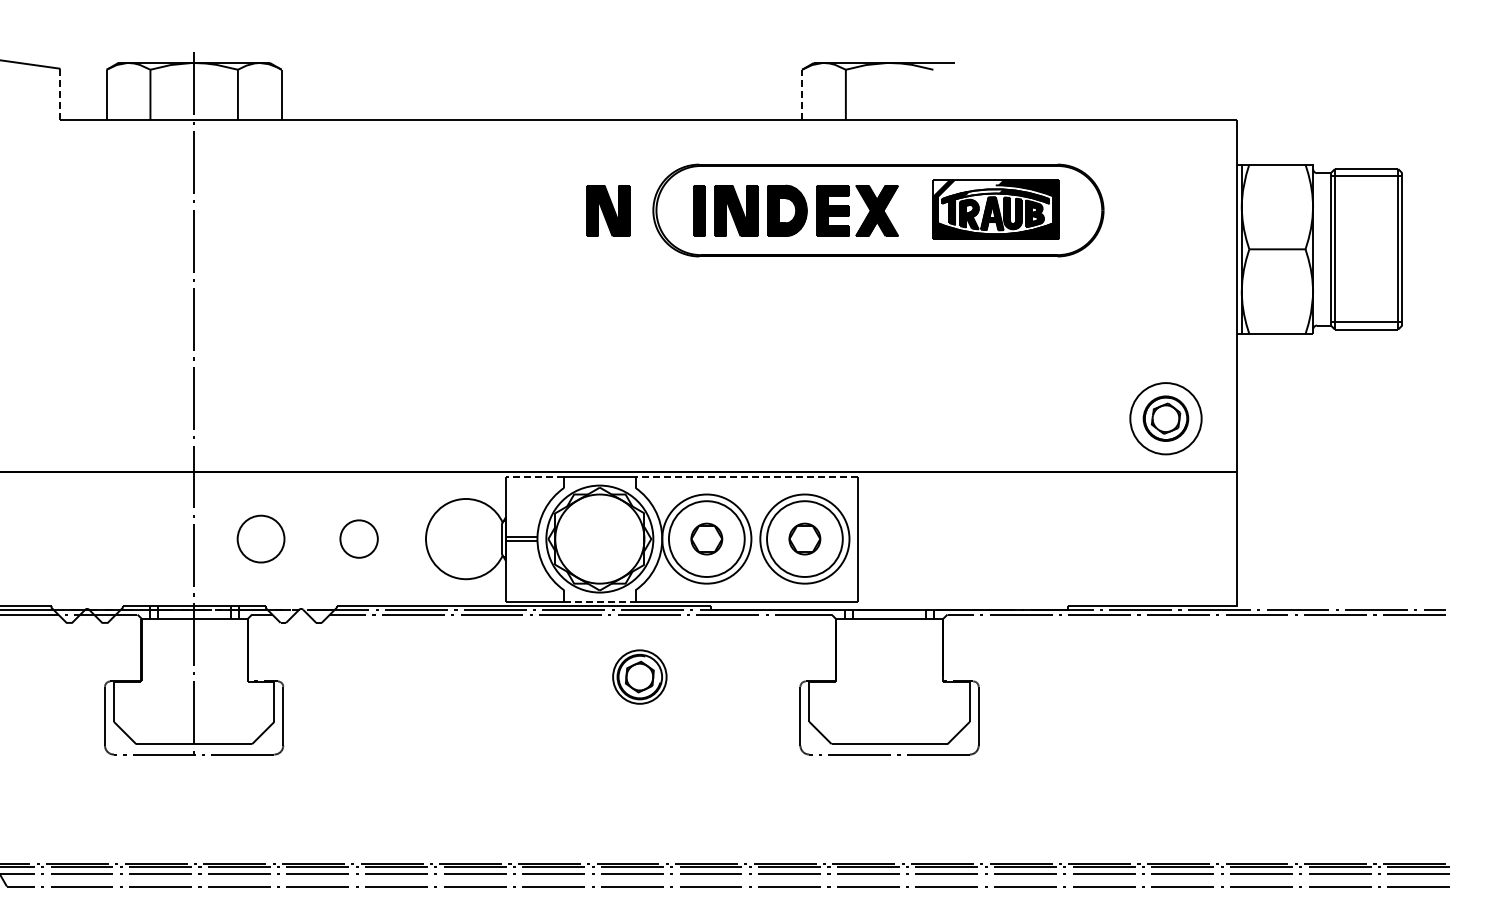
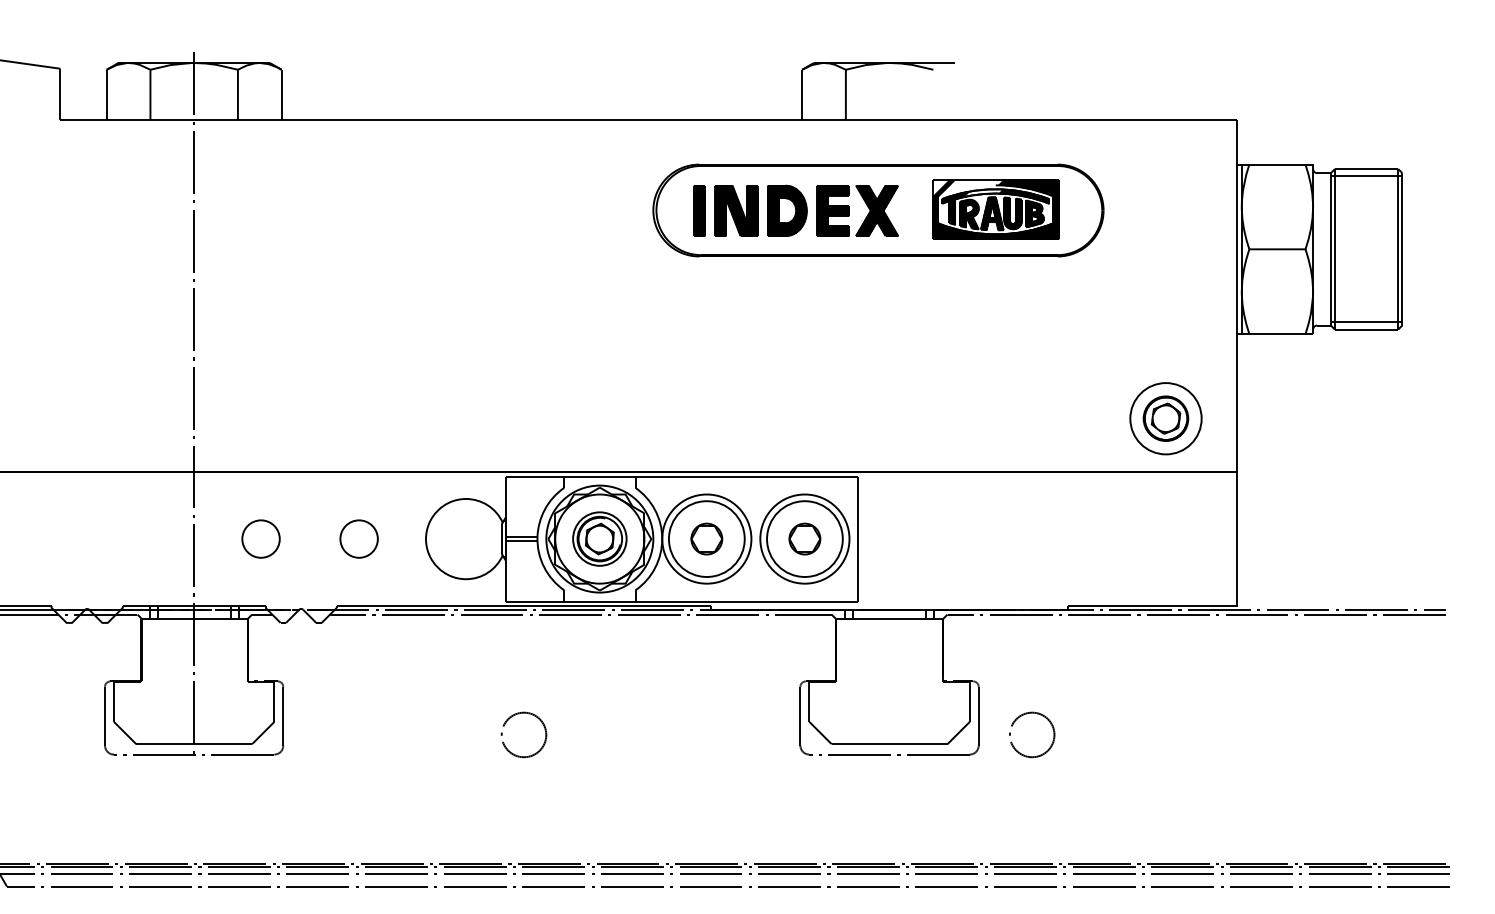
line at (60, 94): dashed -> solid
line at (802, 94): dashed -> solid
part at (608, 210): present -> none
line at (535, 476): dashed -> solid
line at (746, 476): dashed -> solid
part at (260, 538) size: 50x50 px -> 40x40 px
line at (599, 601): dashed -> solid
part at (639, 676) position: (639, 676) -> (599, 538)
part at (1046, 719): none -> present
part at (506, 723): none -> present
